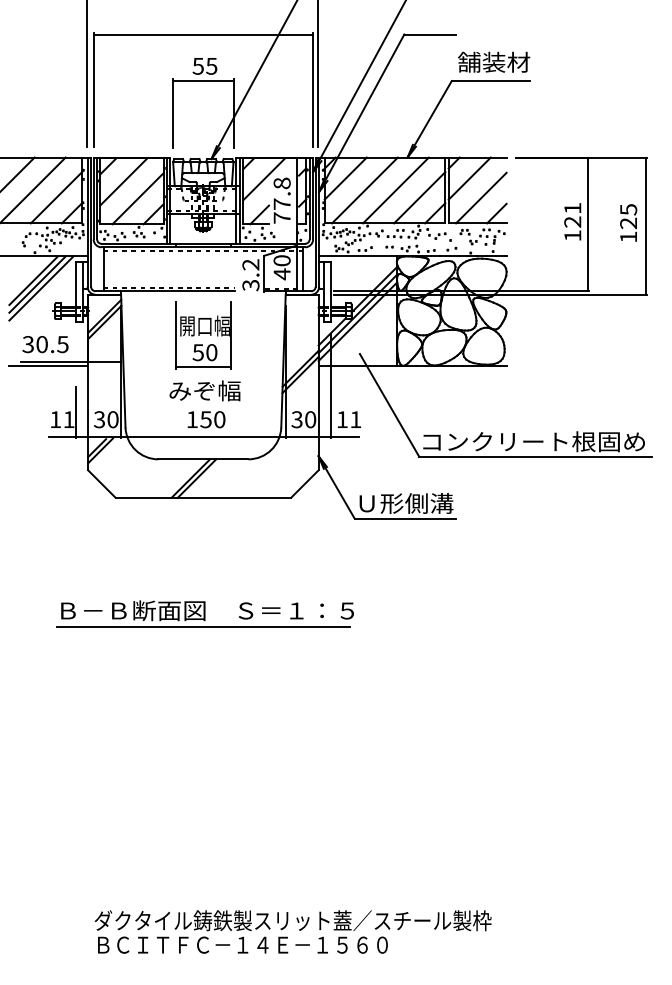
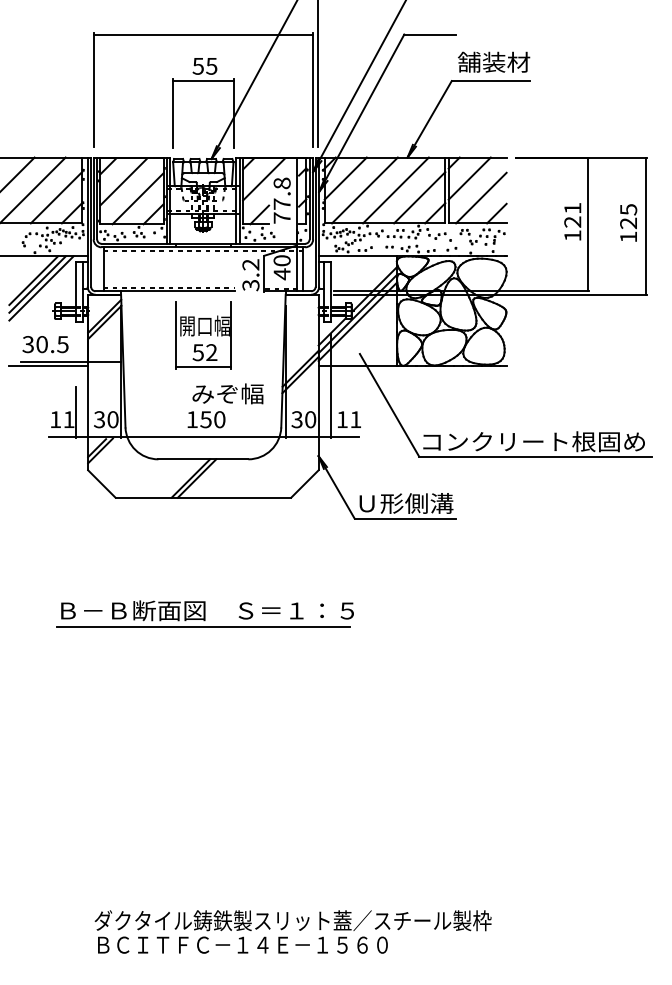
line at (86, 74): present -> none
text at (211, 352): 50 -> 52
text at (204, 390) position: (204, 390) -> (227, 393)
